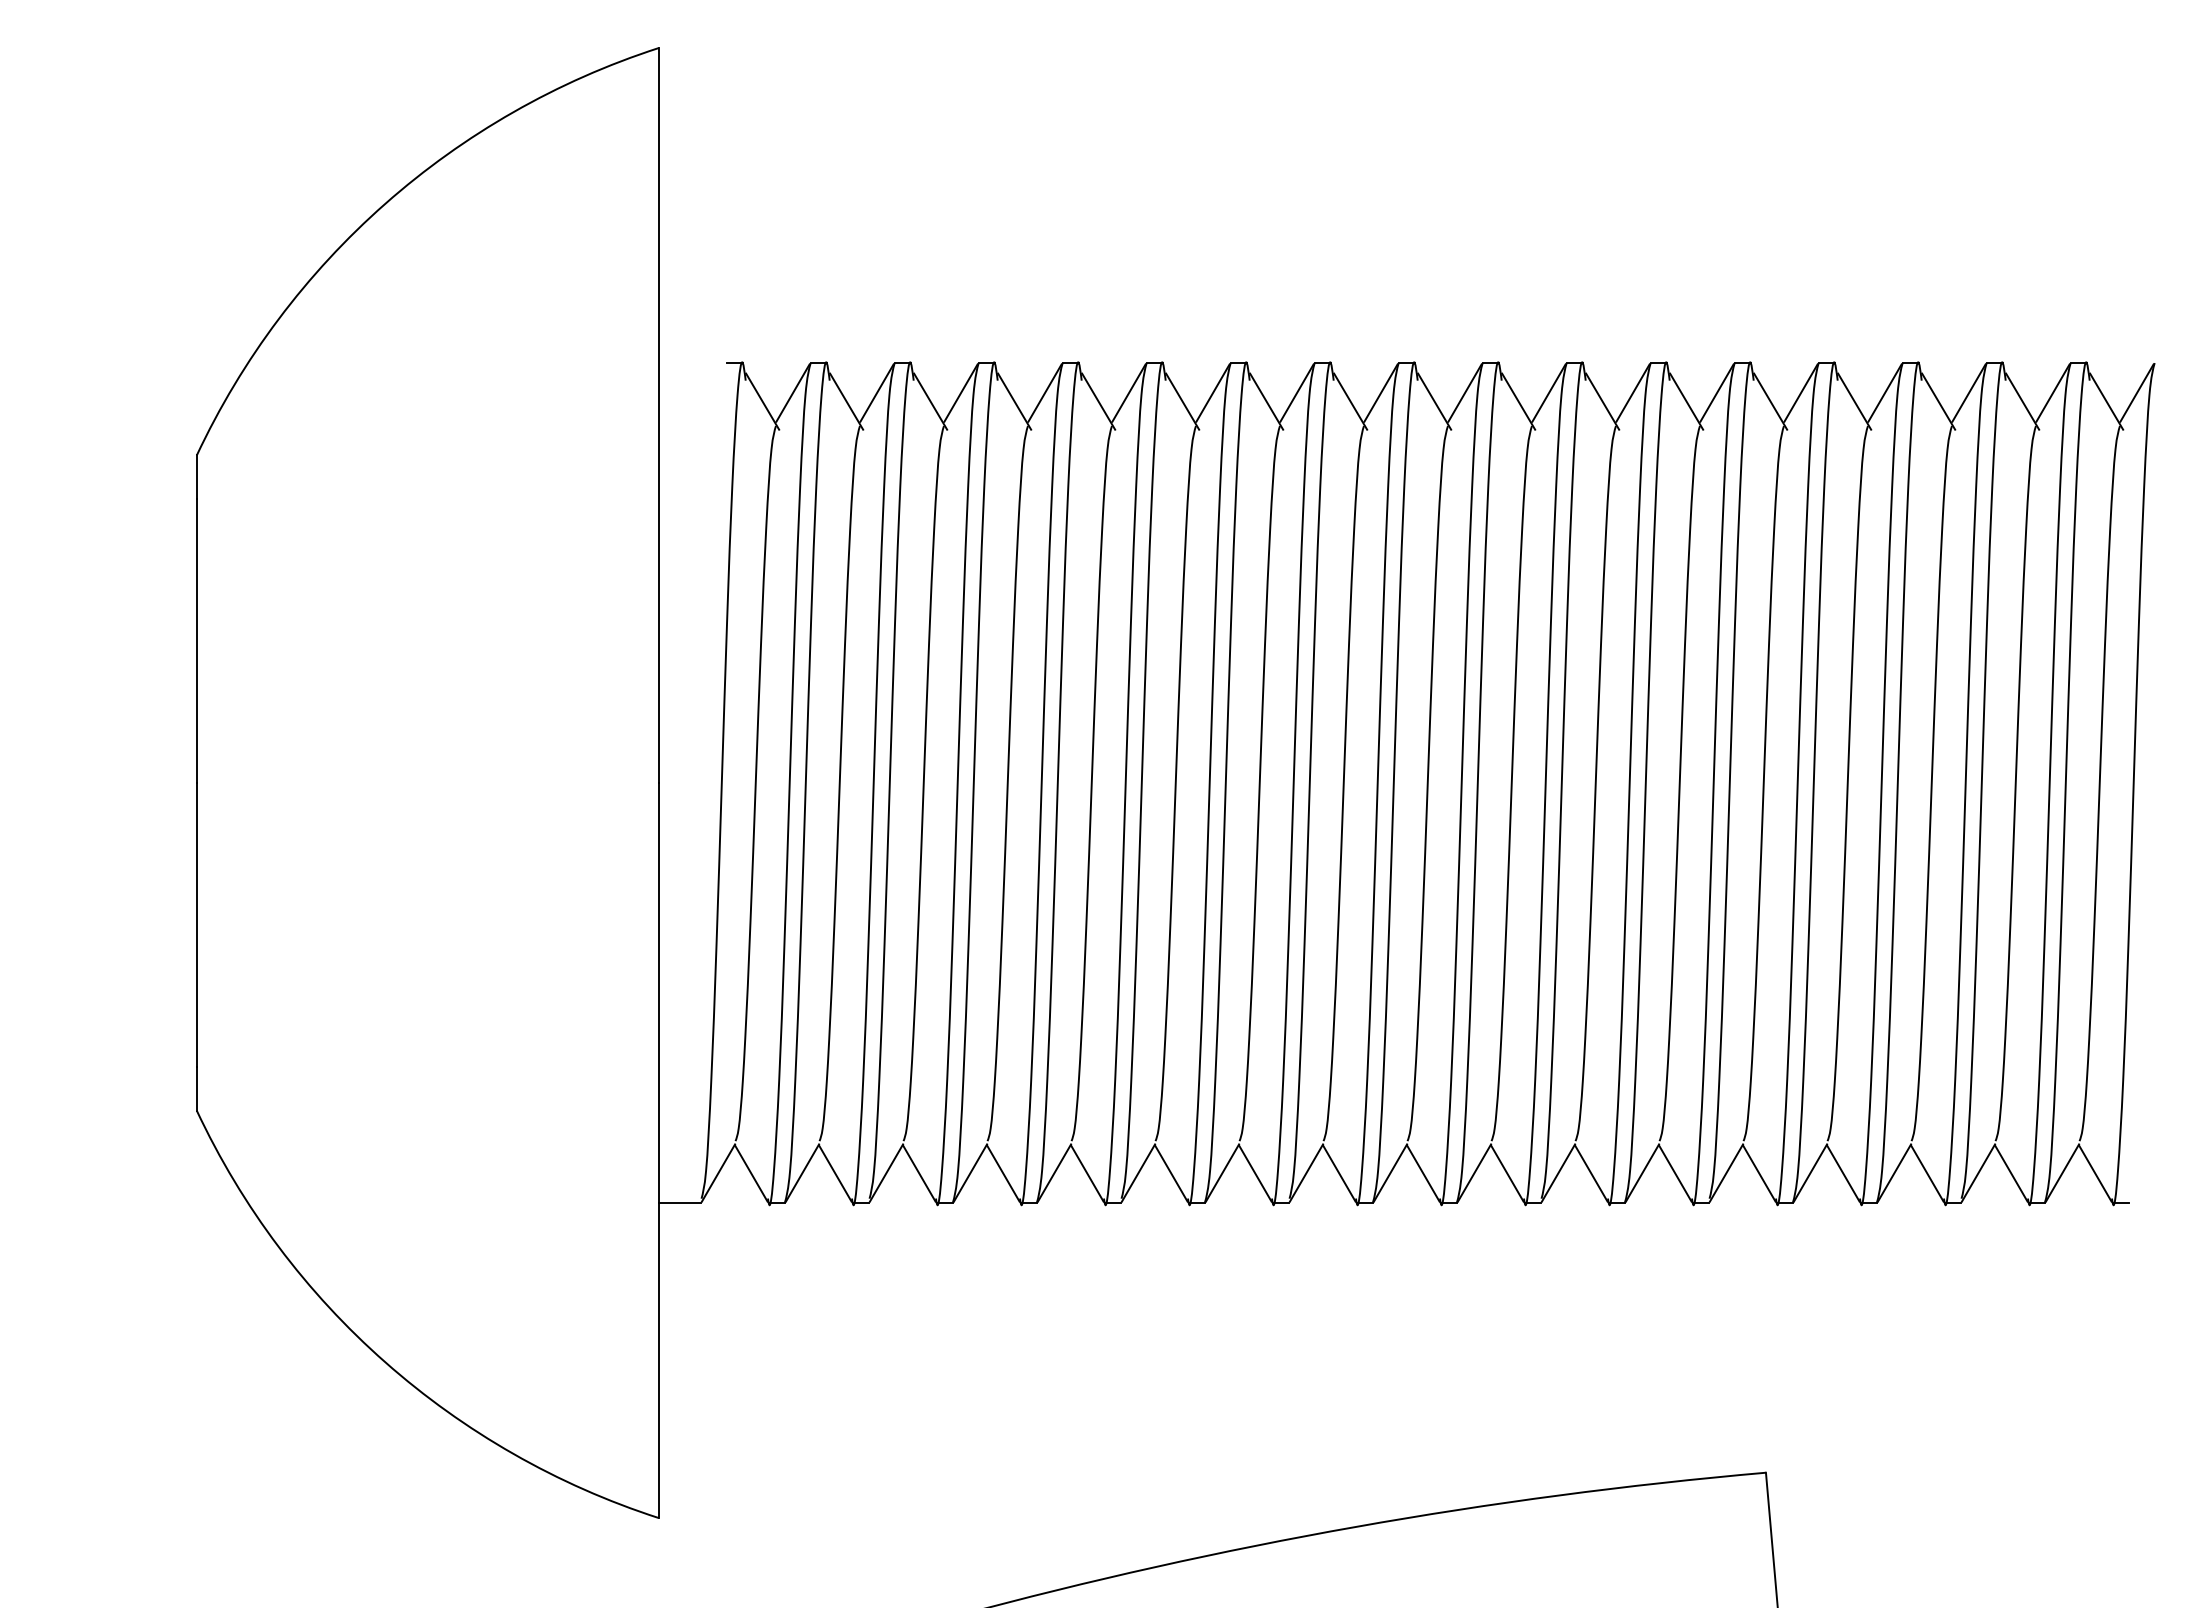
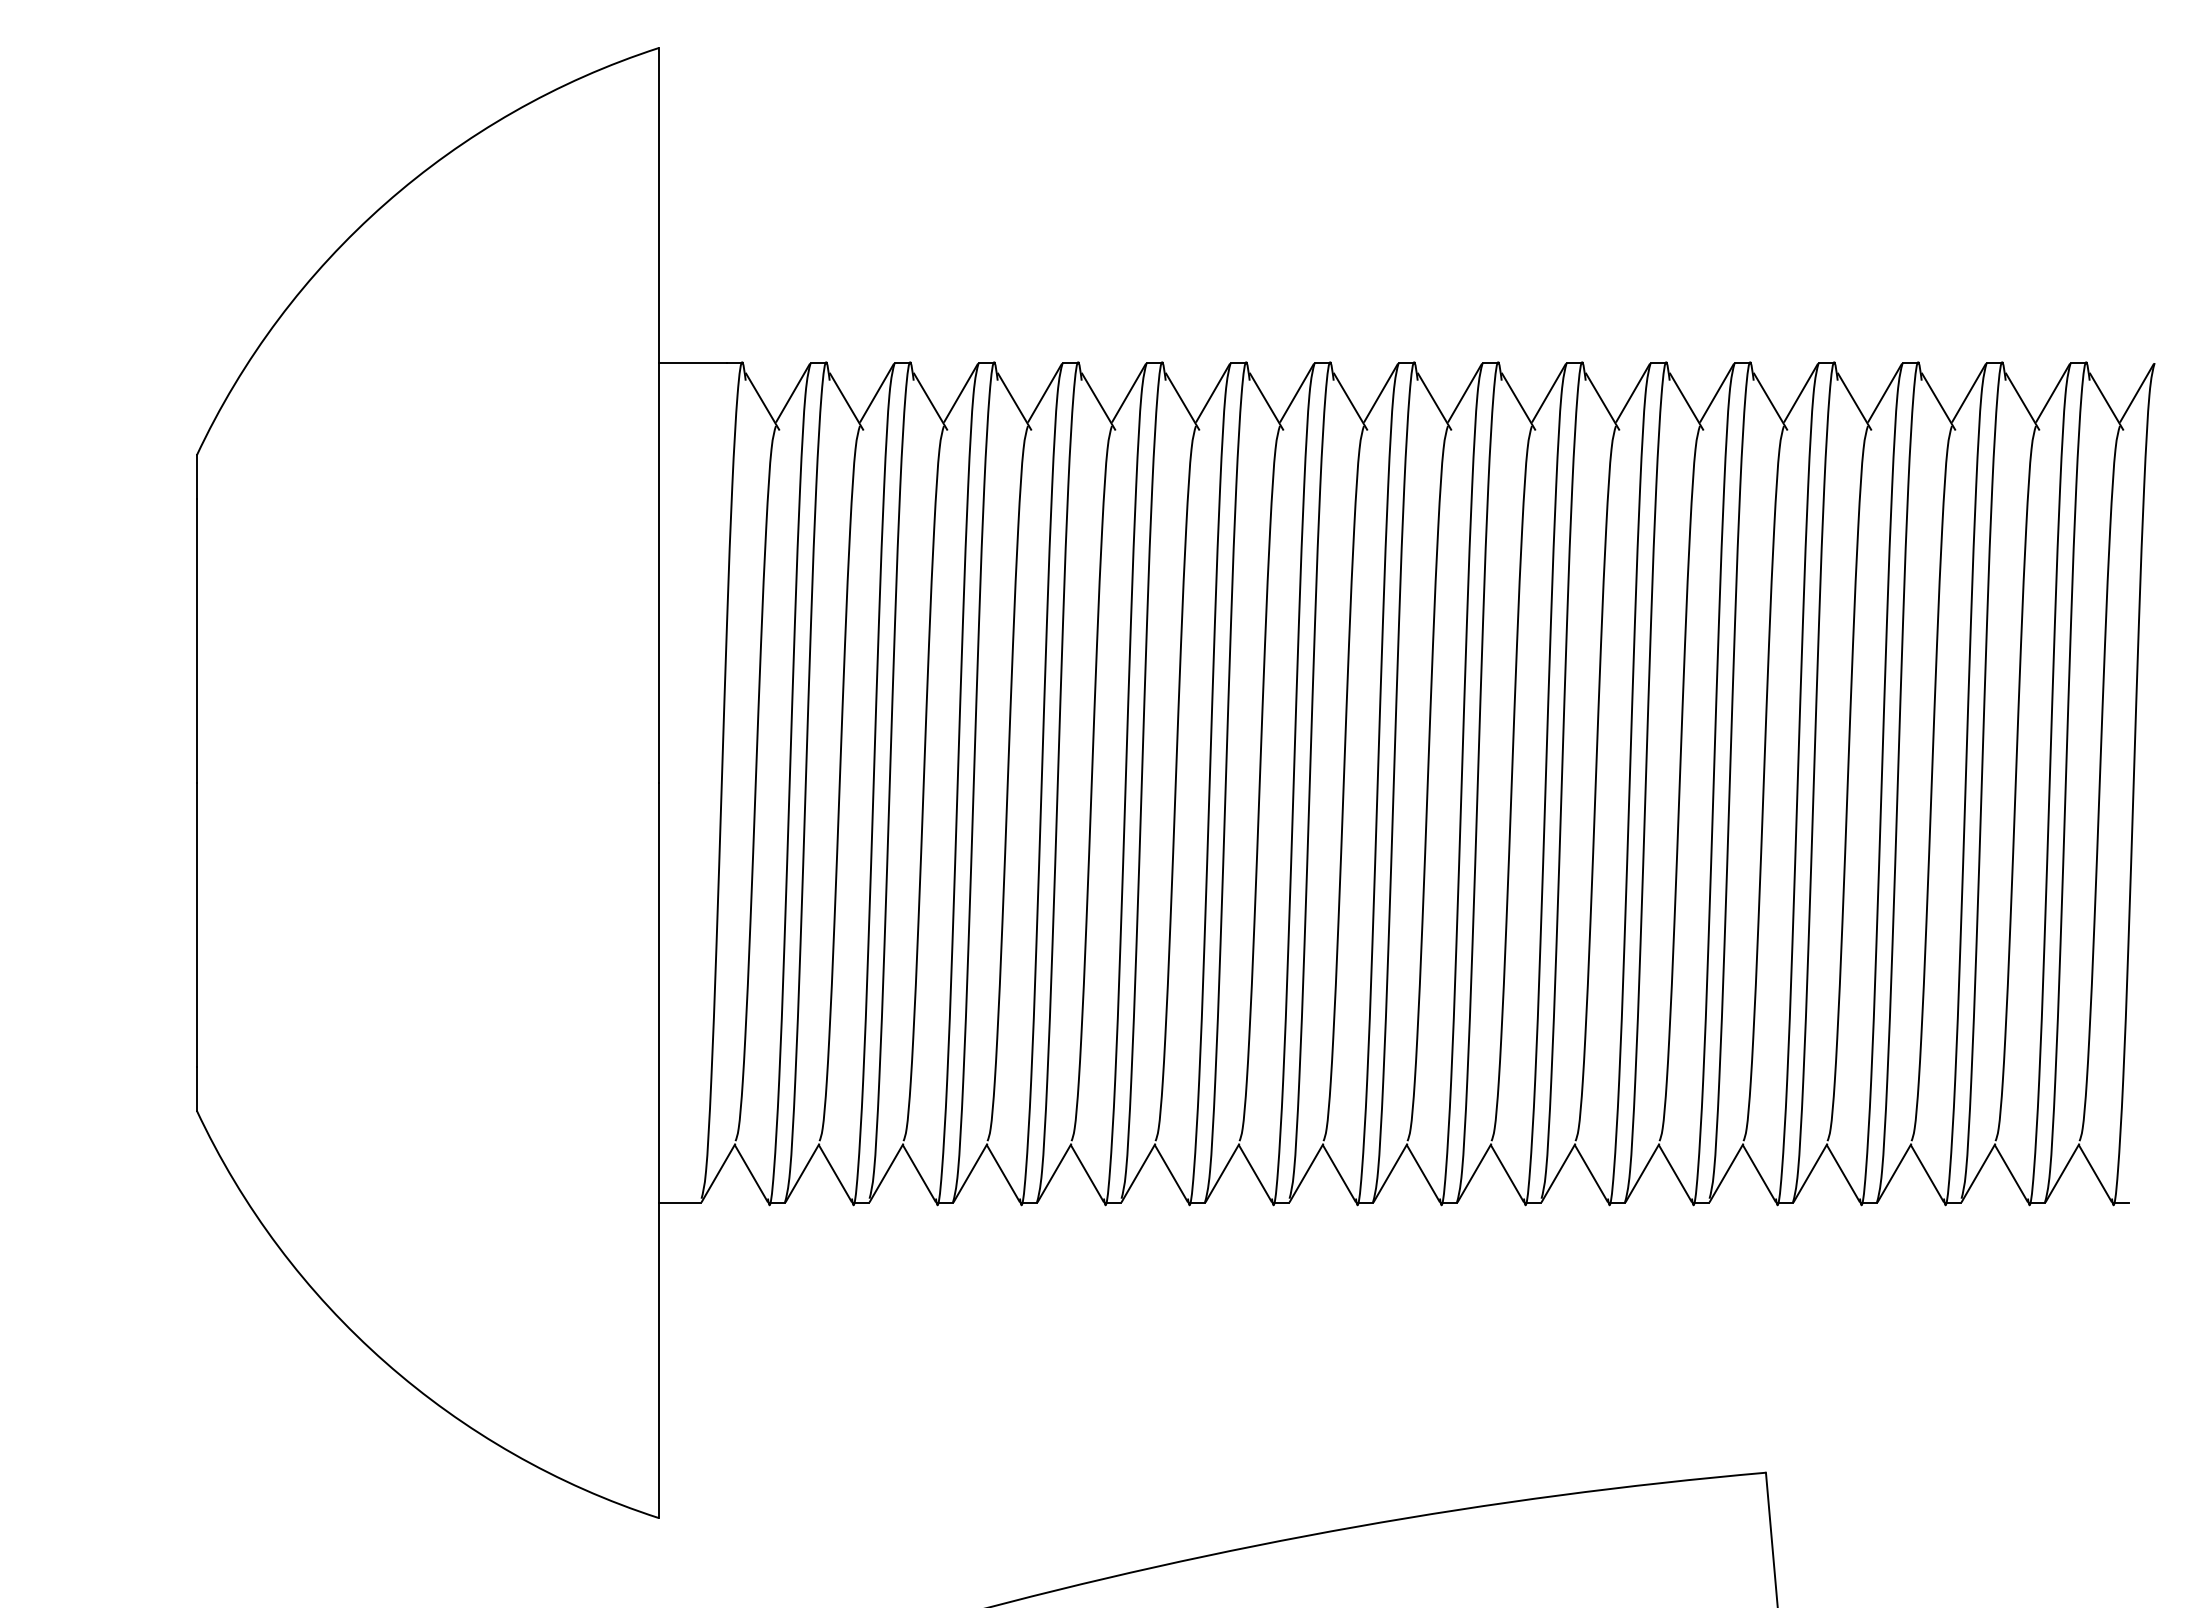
line at (692, 363): none -> present
